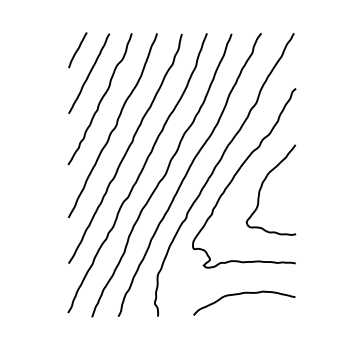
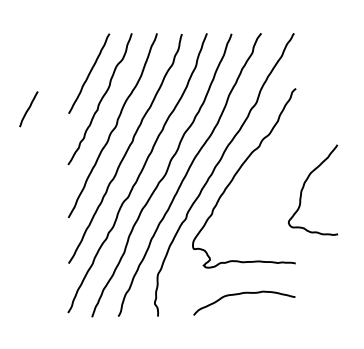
curve at (77, 50) position: (77, 50) -> (28, 109)
curve at (262, 187) position: (262, 187) -> (304, 187)
